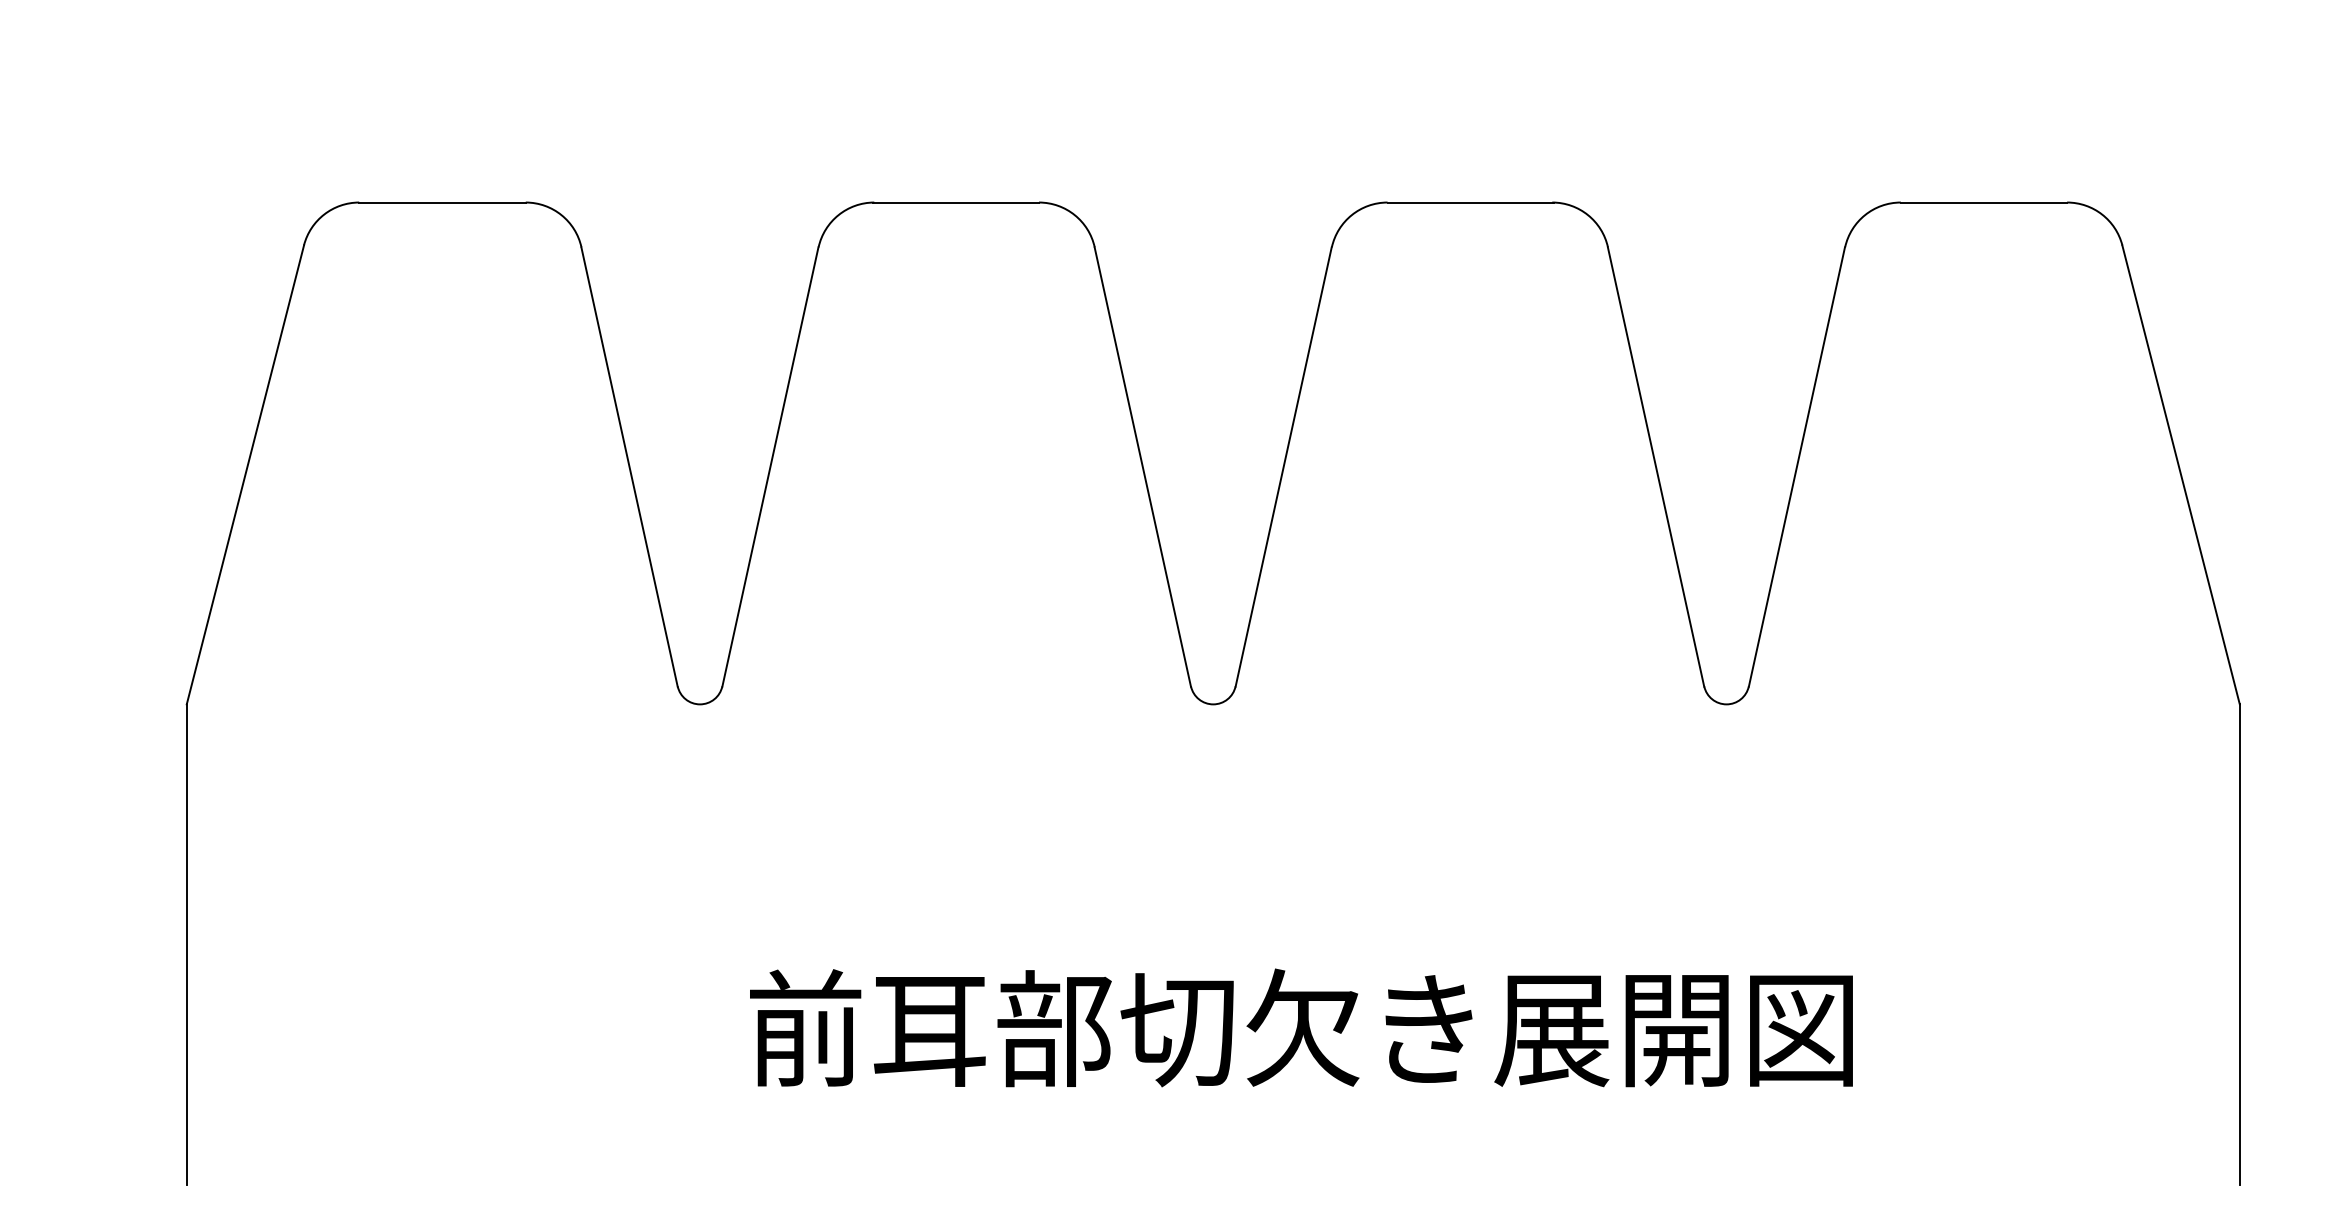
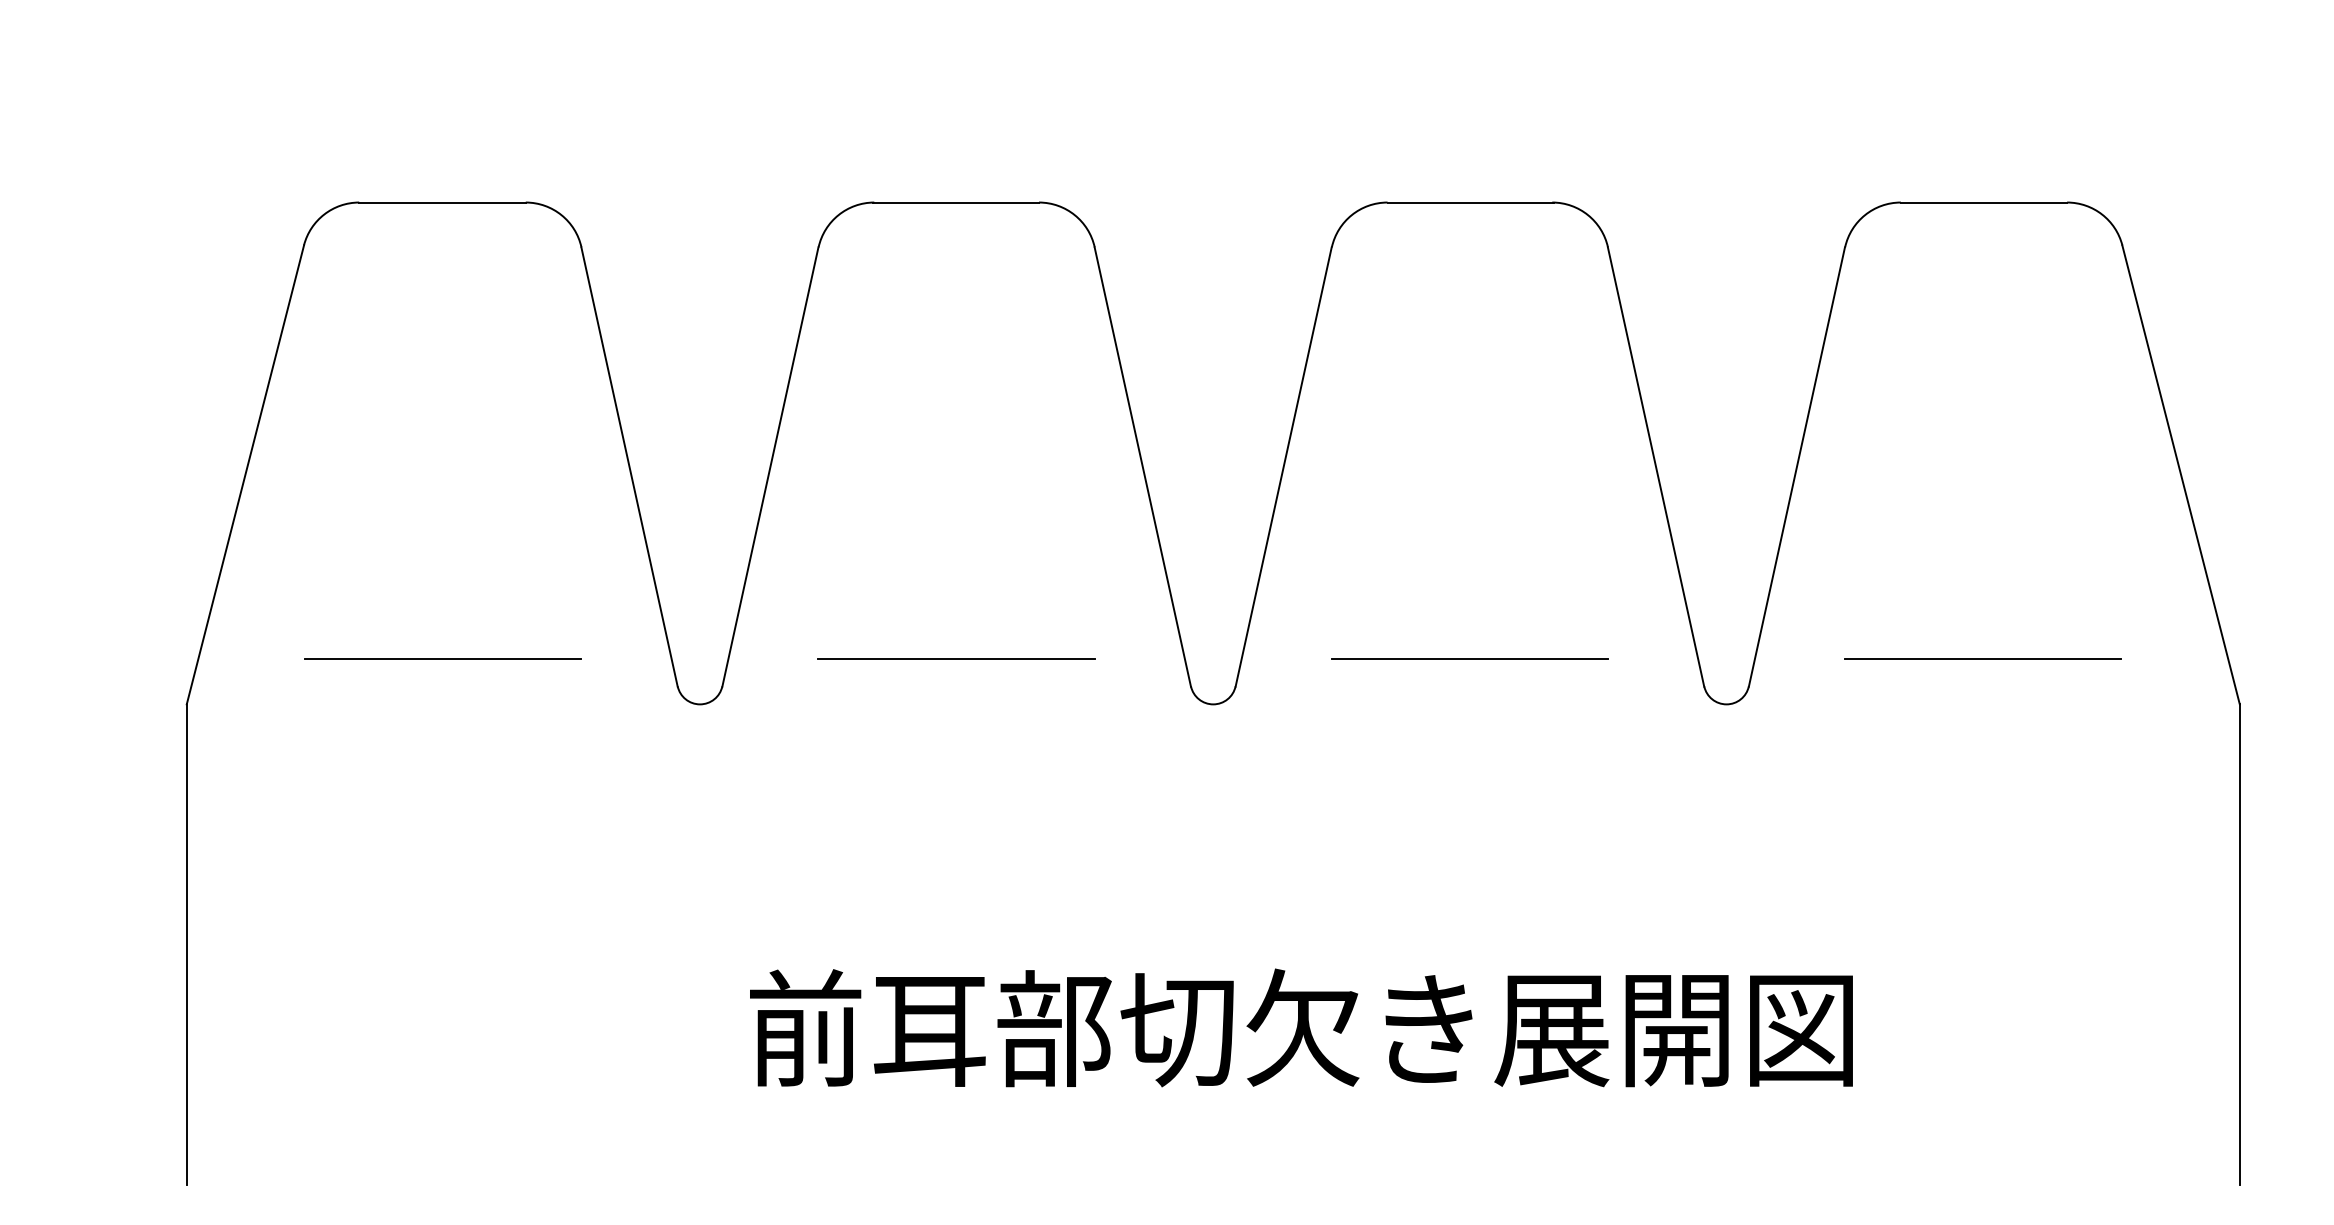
line at (443, 658): none -> present
line at (956, 658): none -> present
line at (1469, 658): none -> present
line at (1982, 658): none -> present
